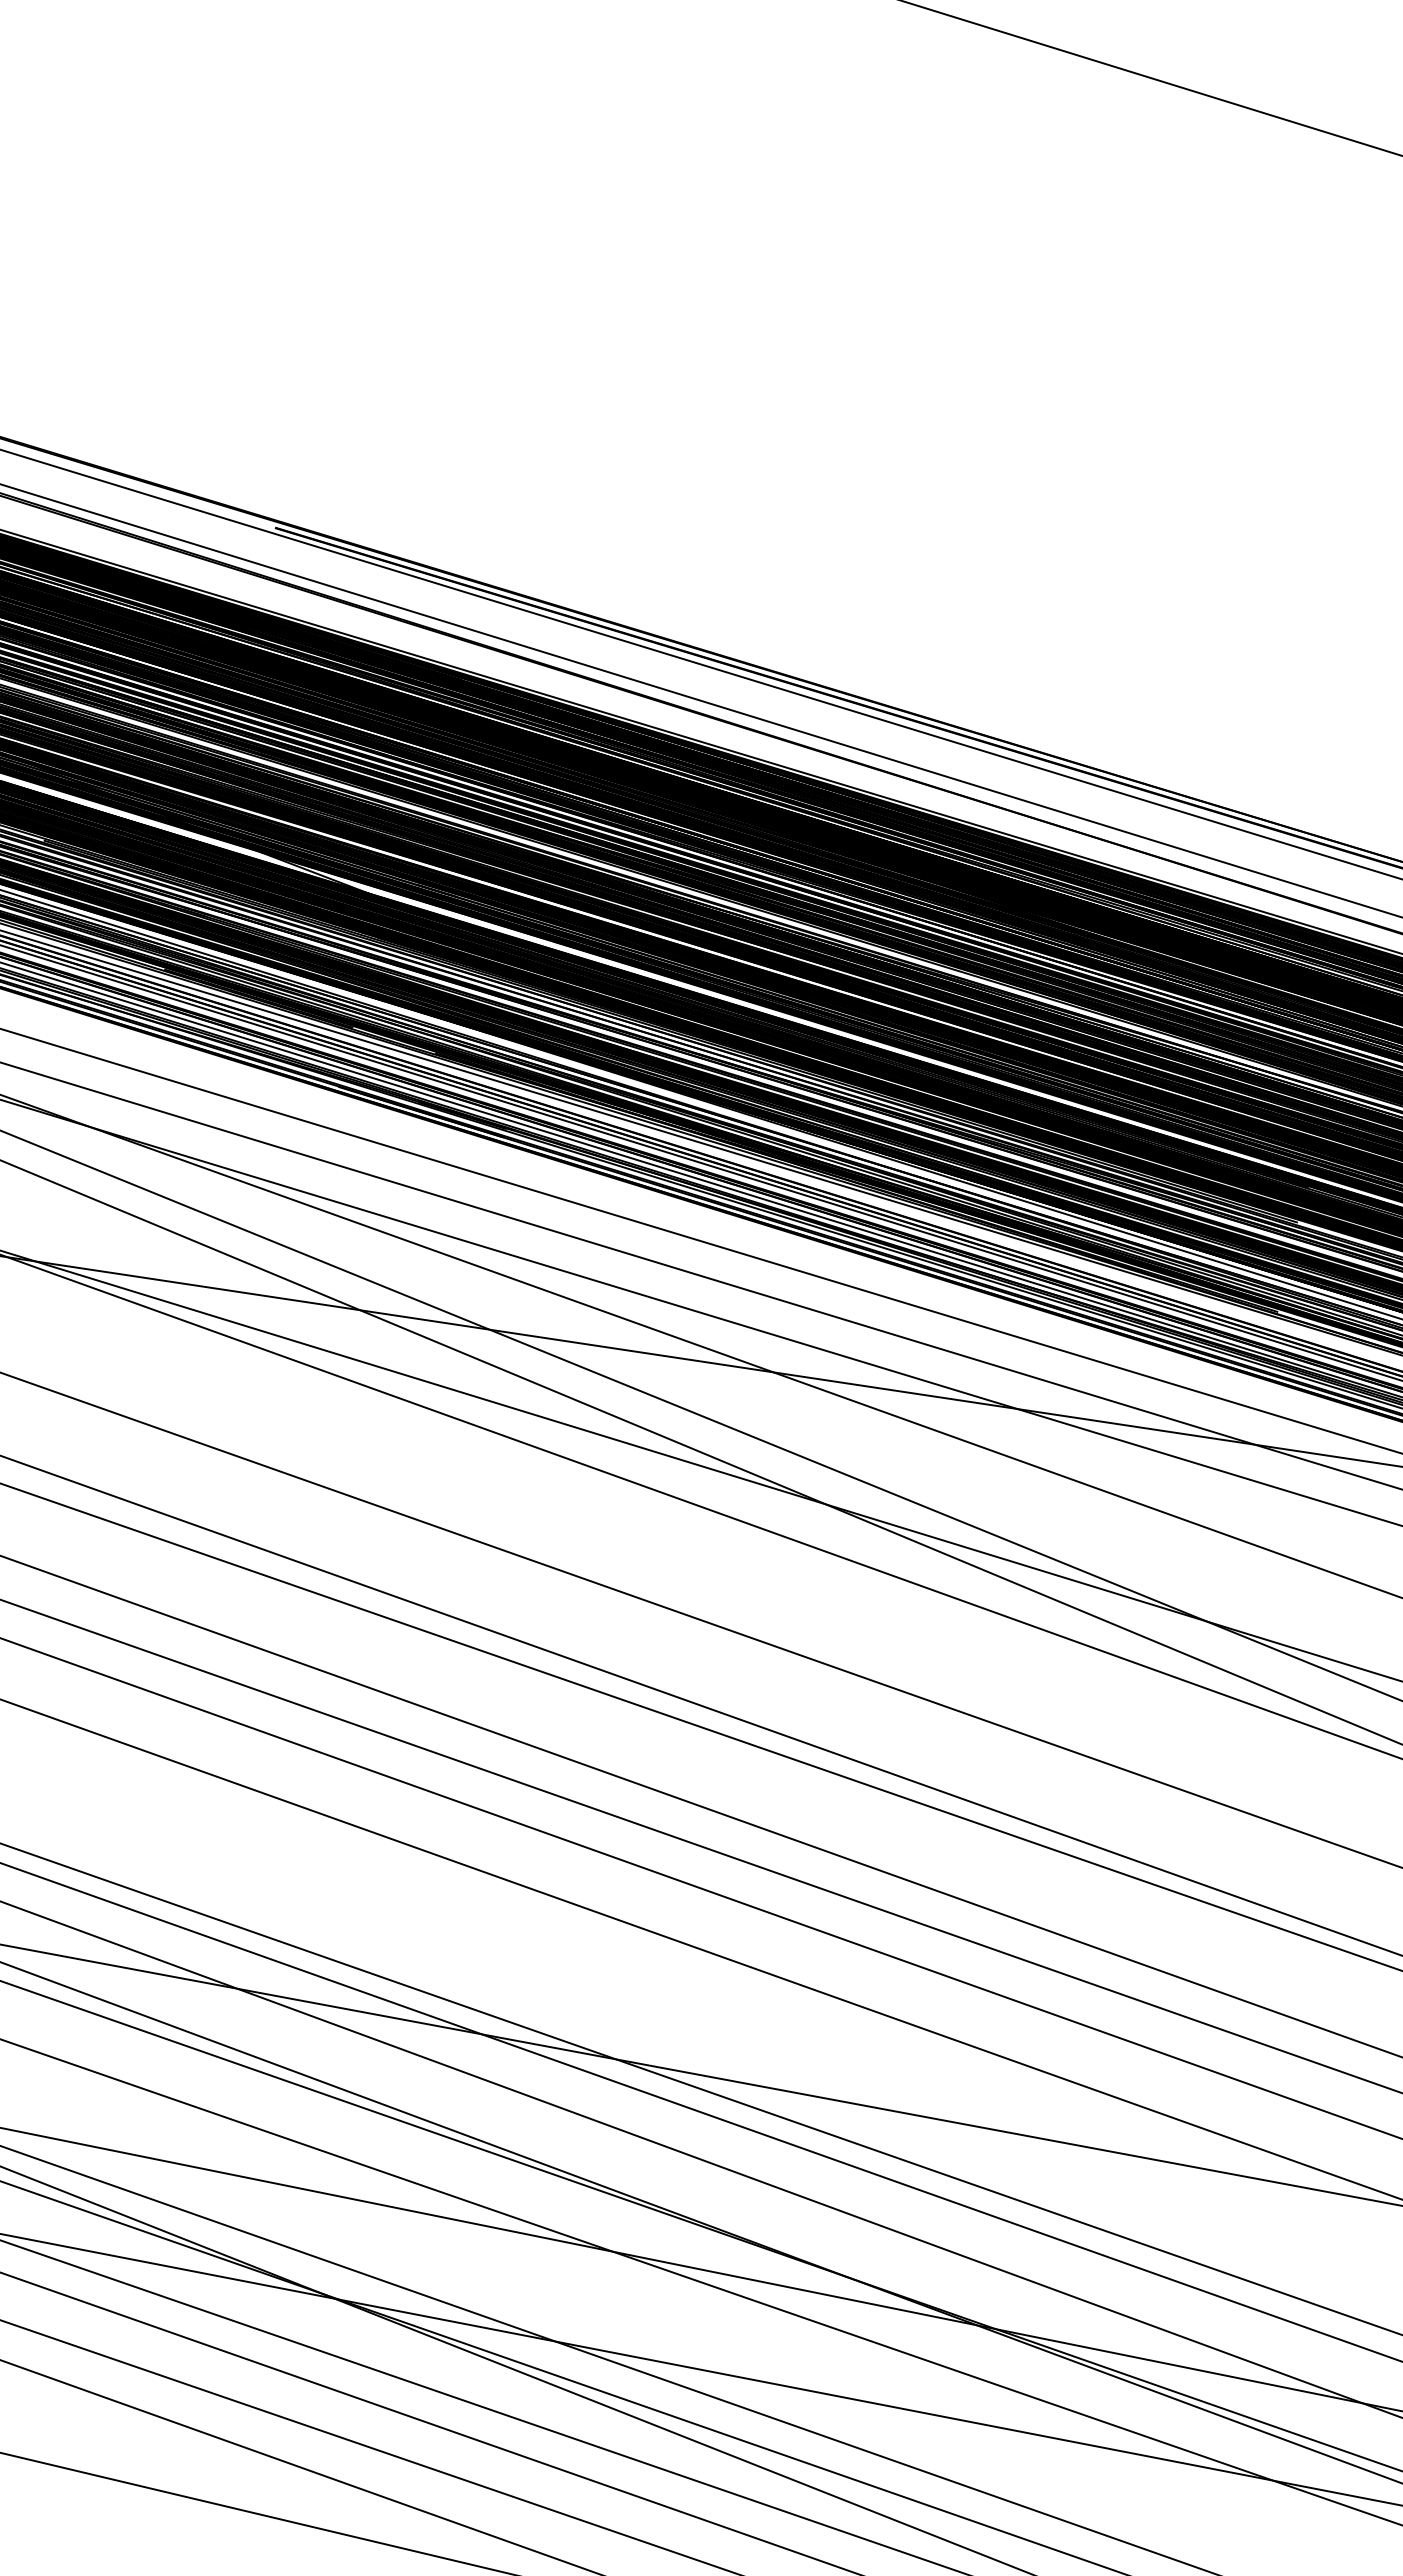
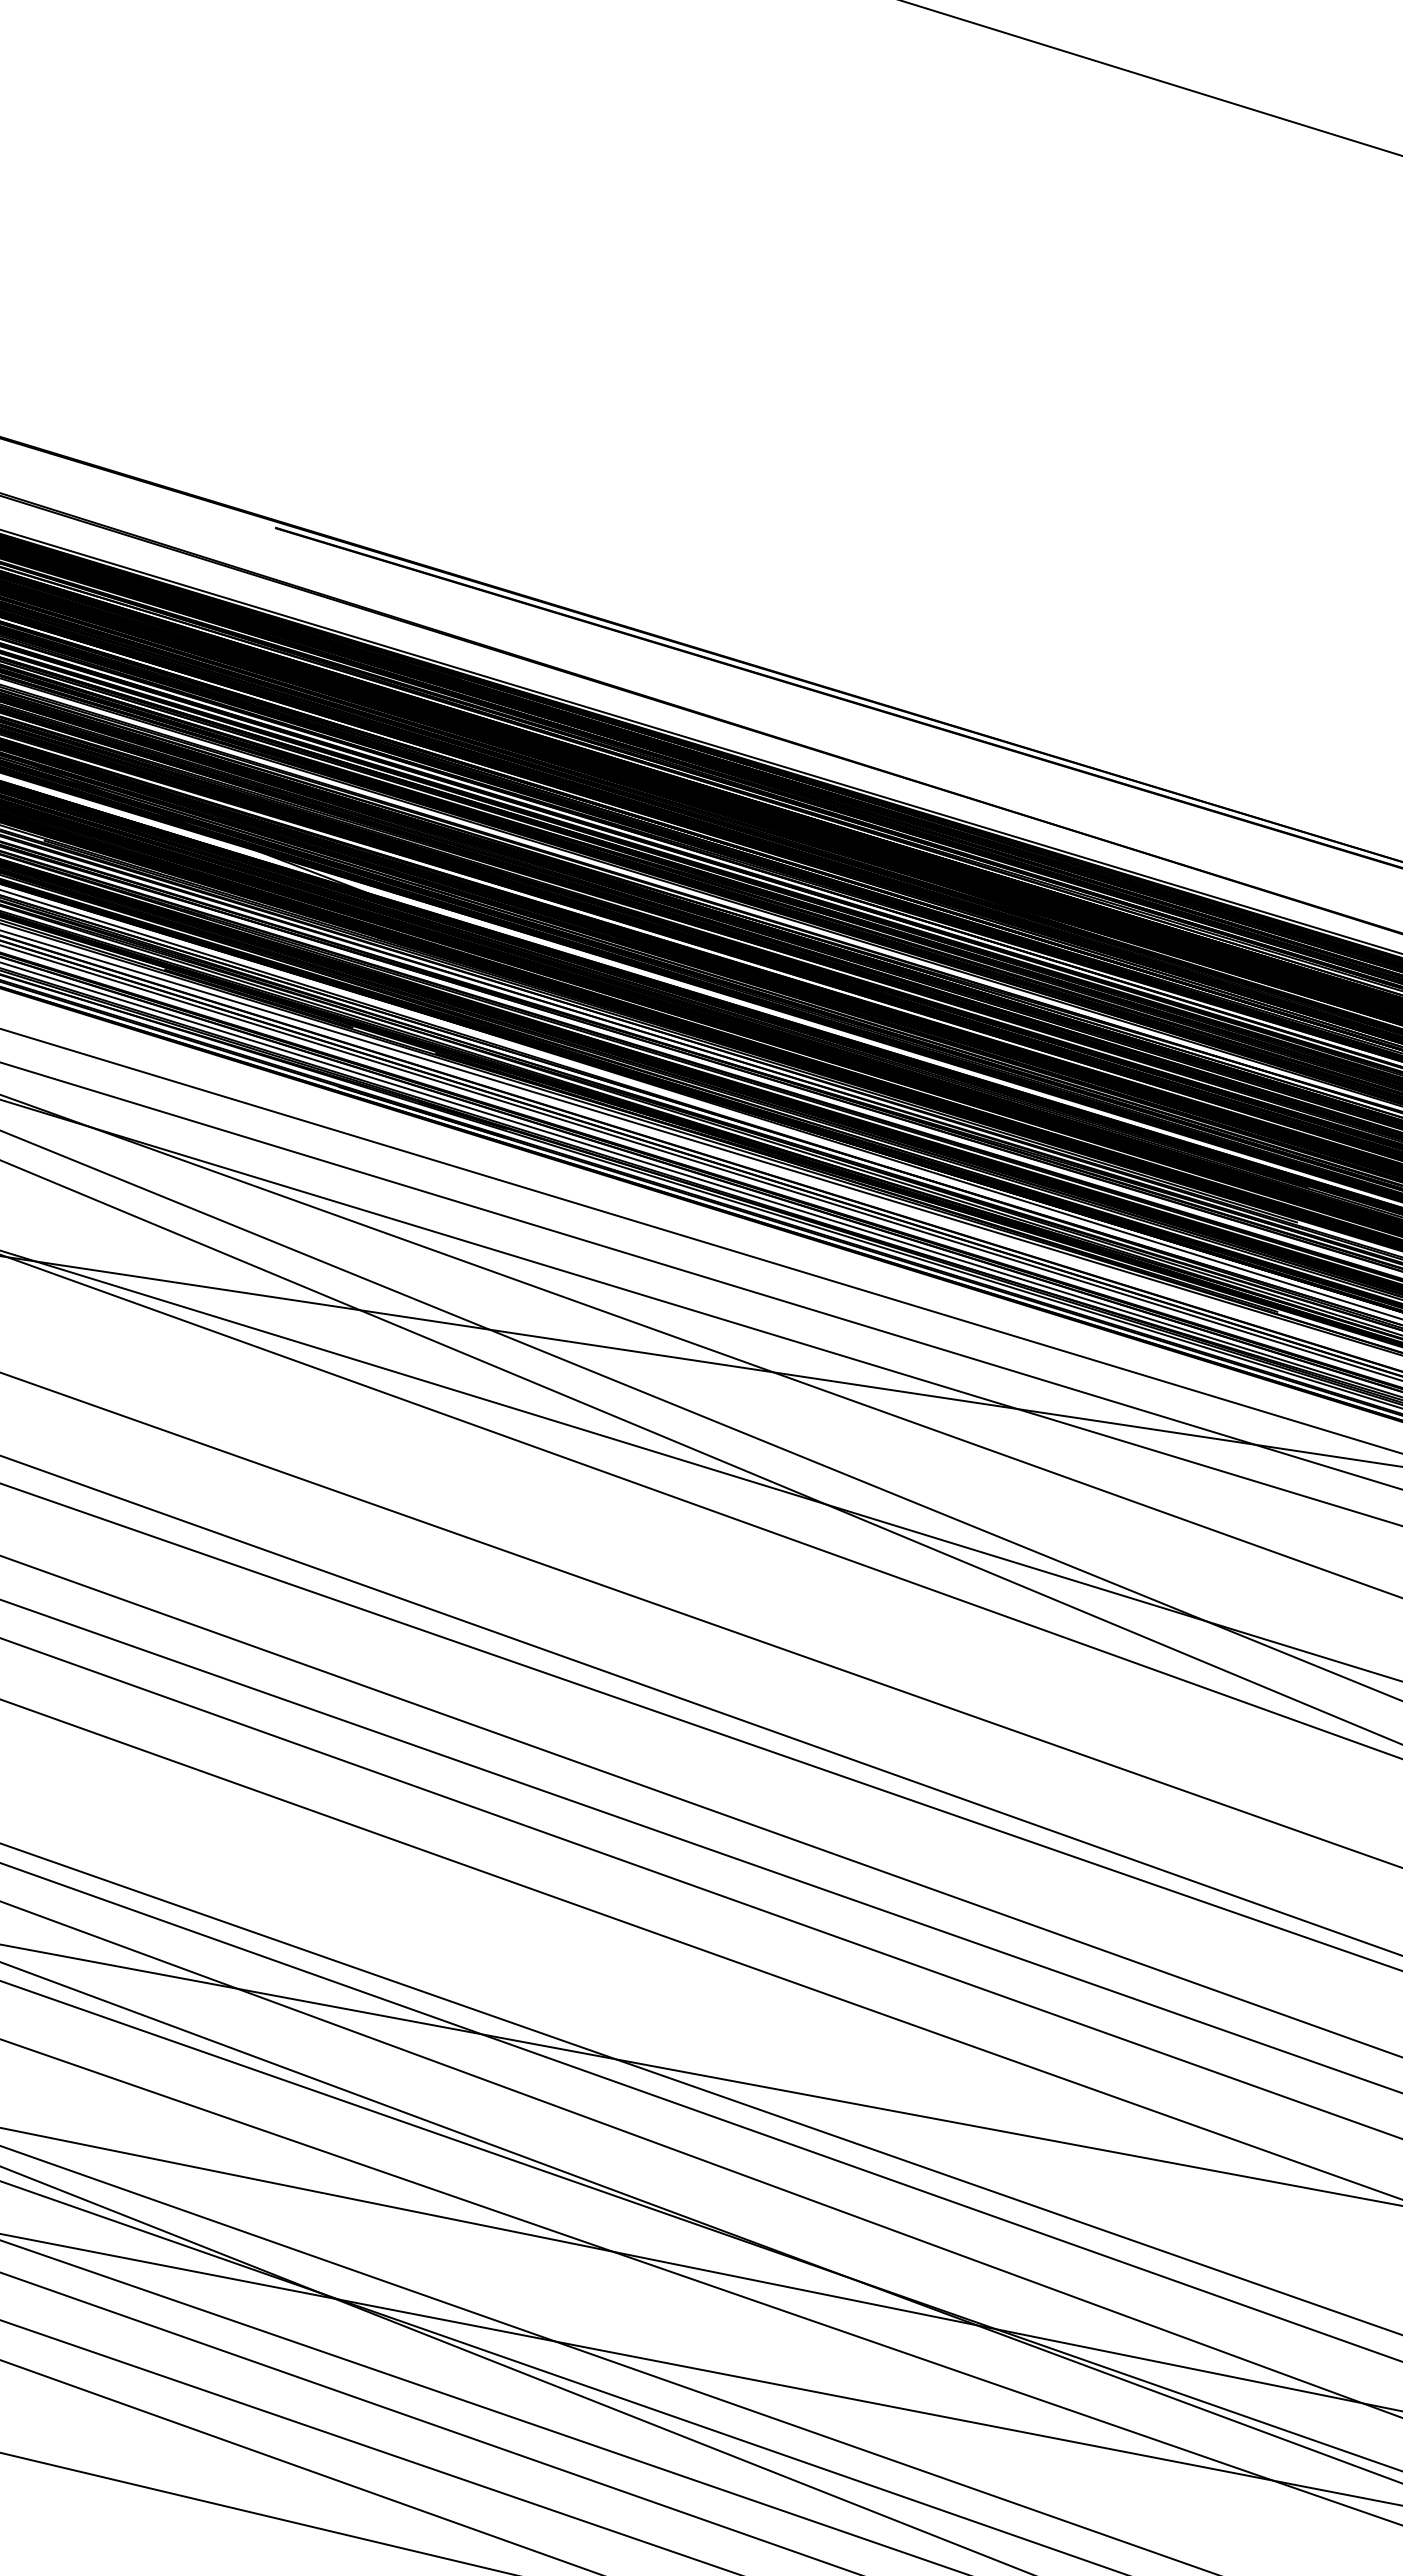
line at (700, 664): present -> none
line at (700, 700): present -> none
